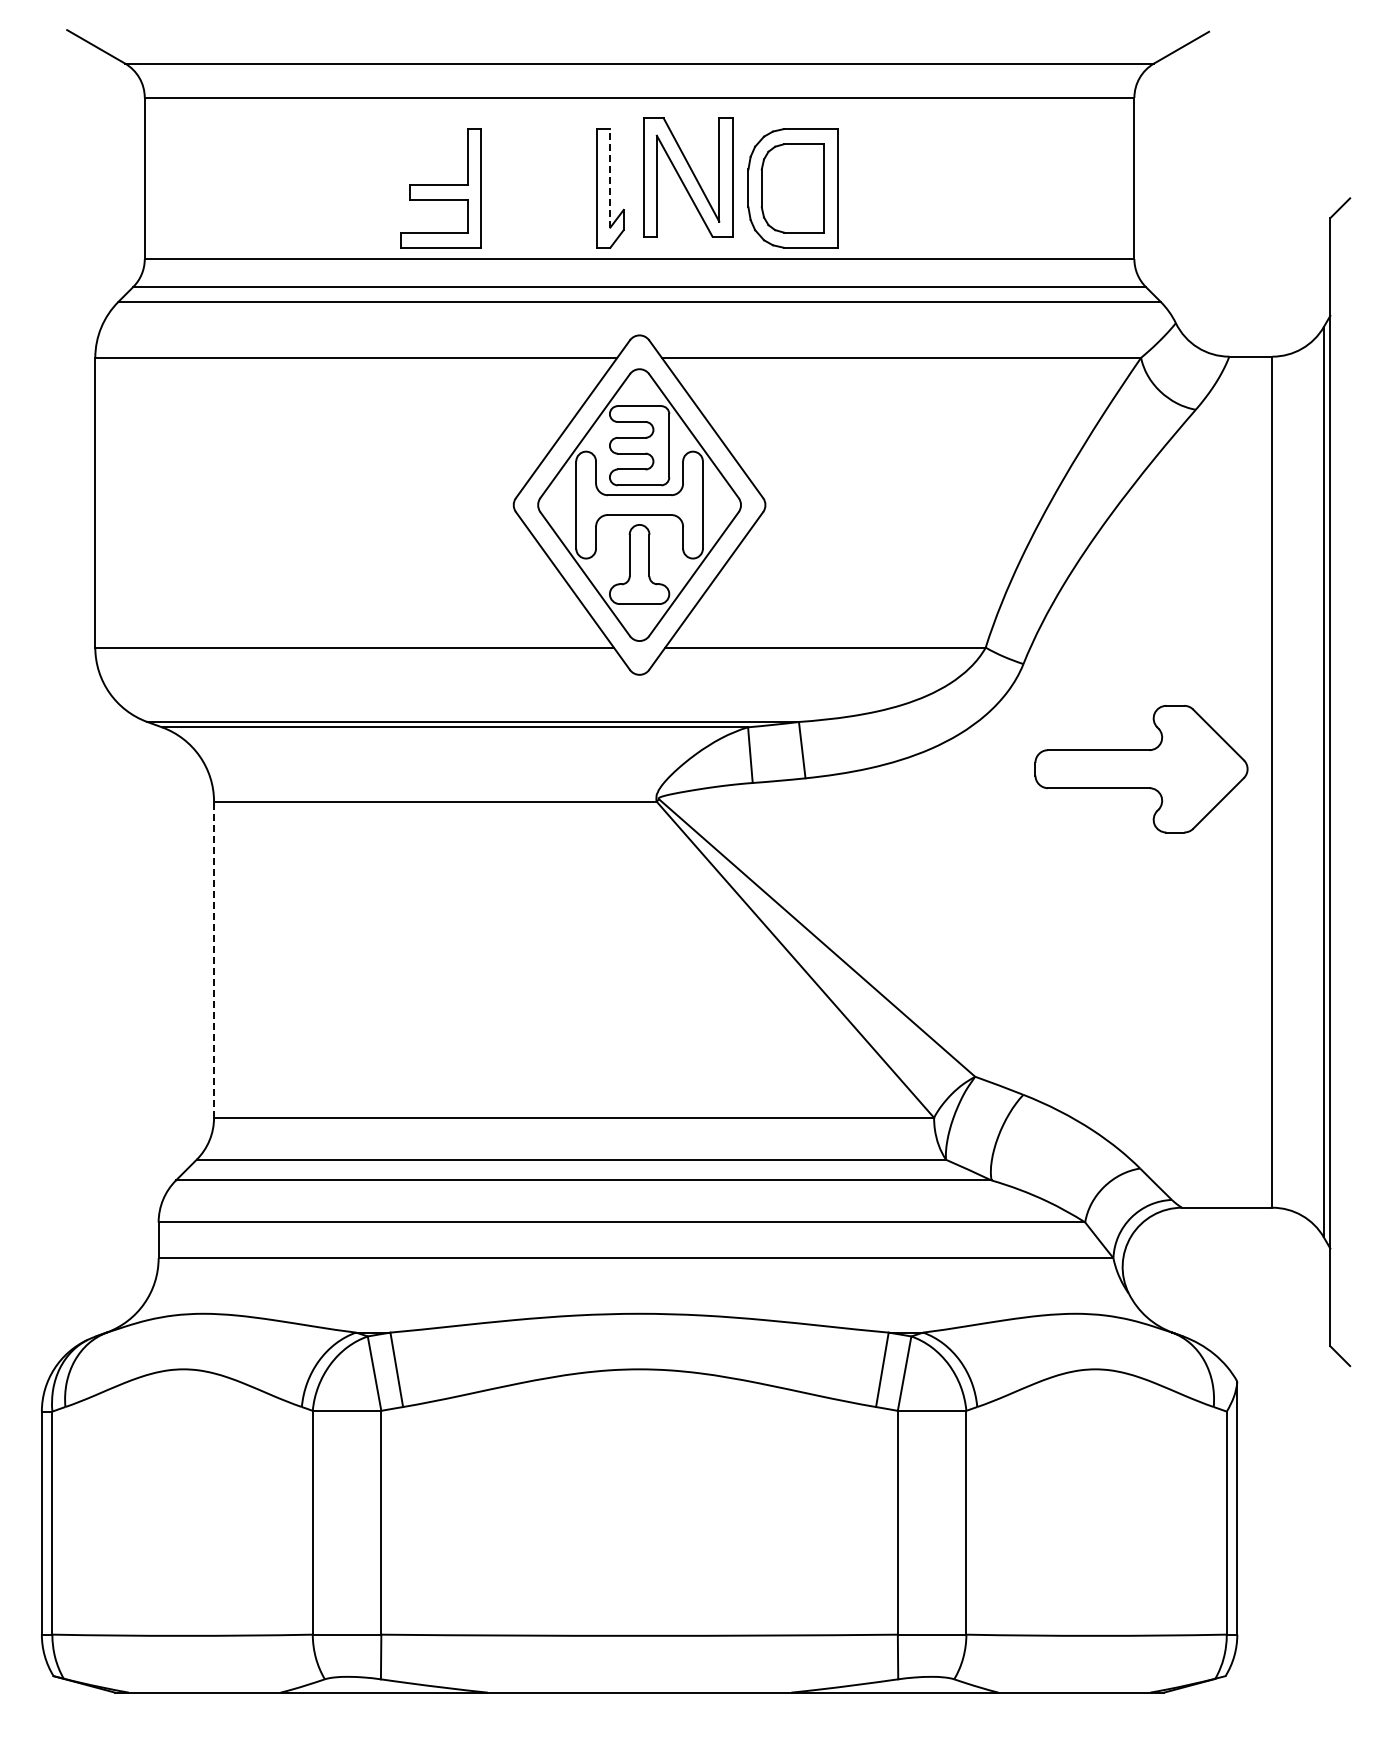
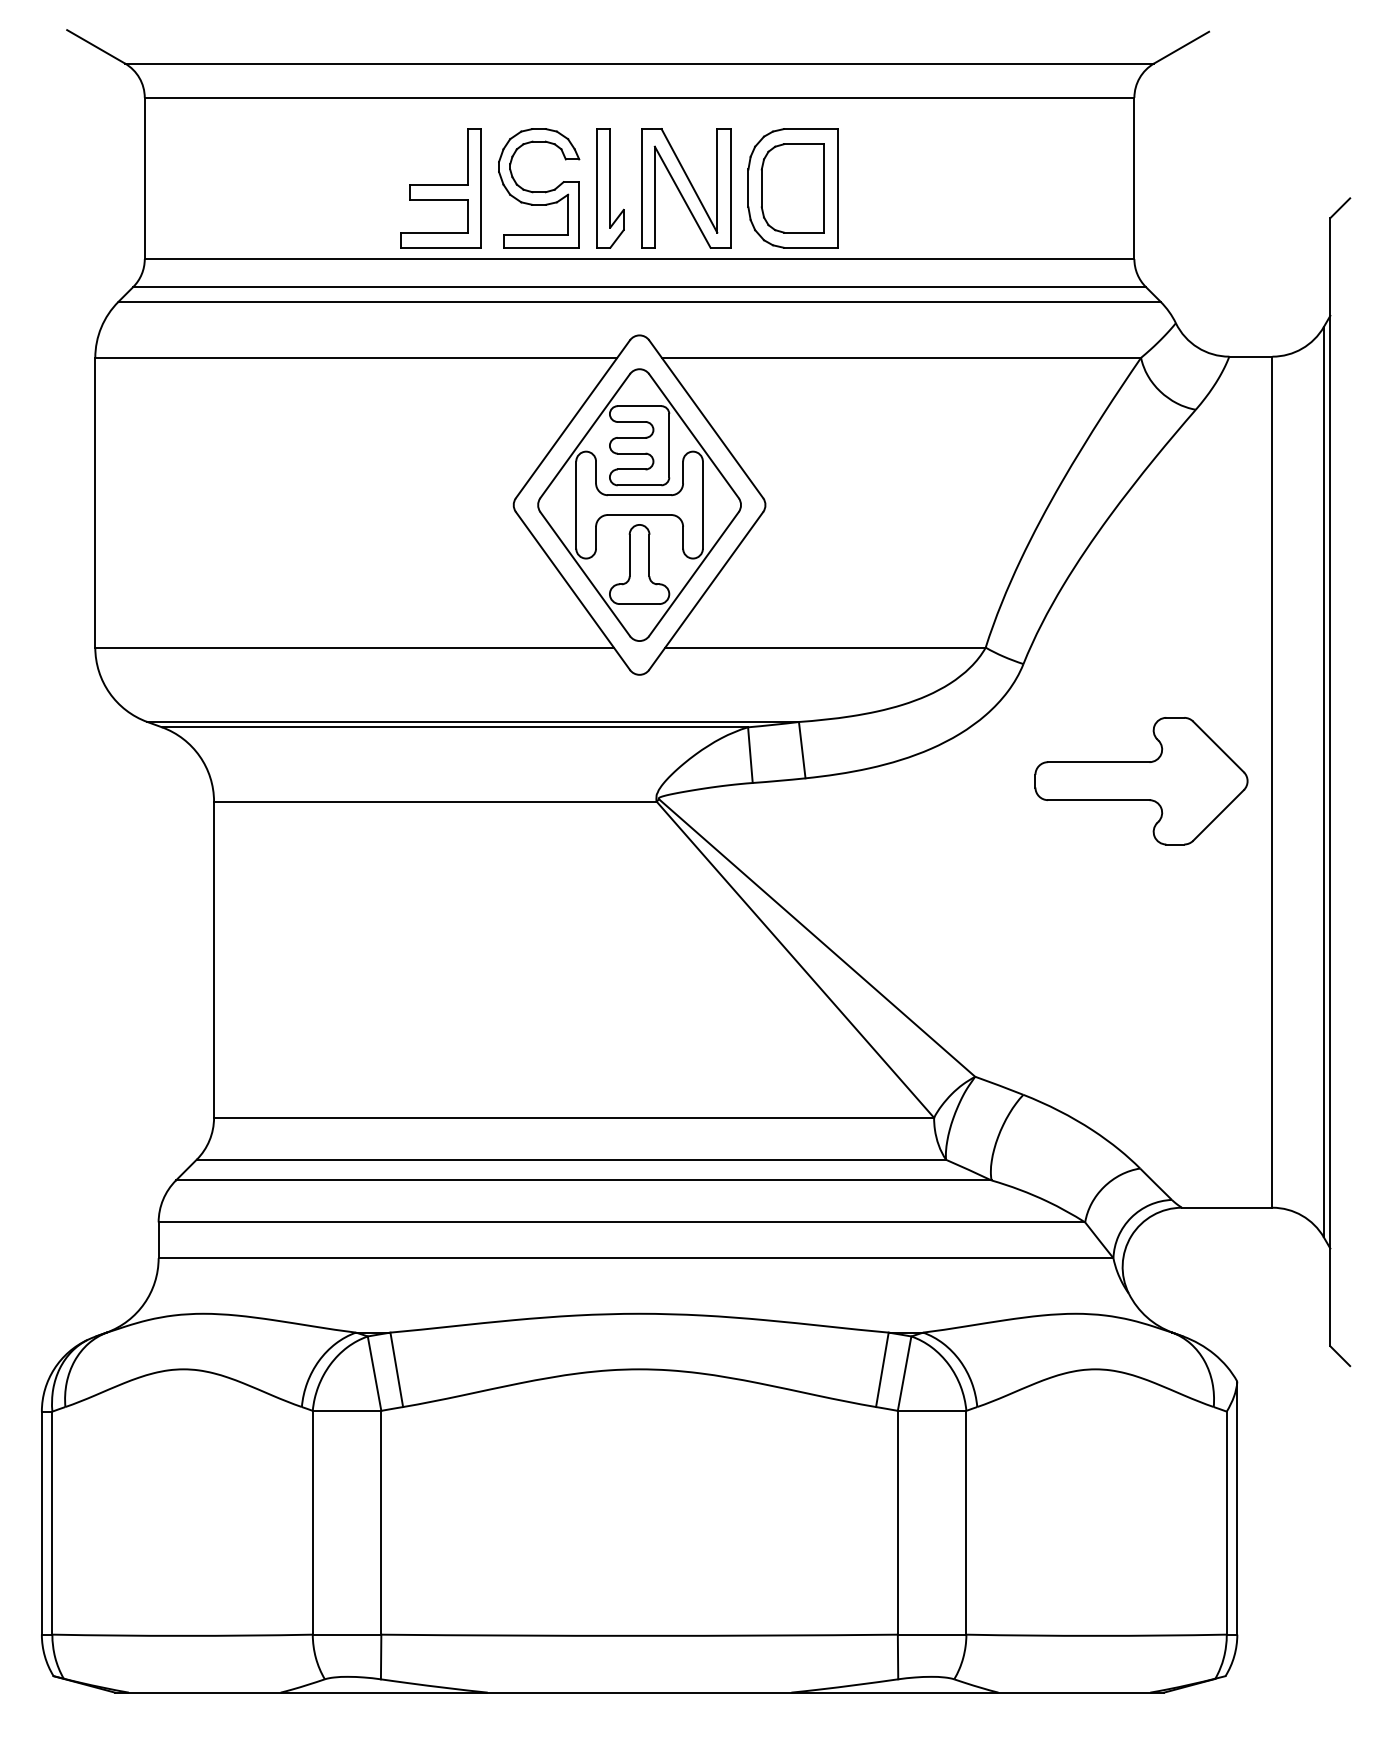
line at (610, 177): dashed -> solid
part at (688, 177) position: (688, 177) -> (686, 188)
part at (539, 188): none -> present
part at (1141, 769) position: (1141, 769) -> (1141, 781)
line at (214, 959): dashed -> solid
